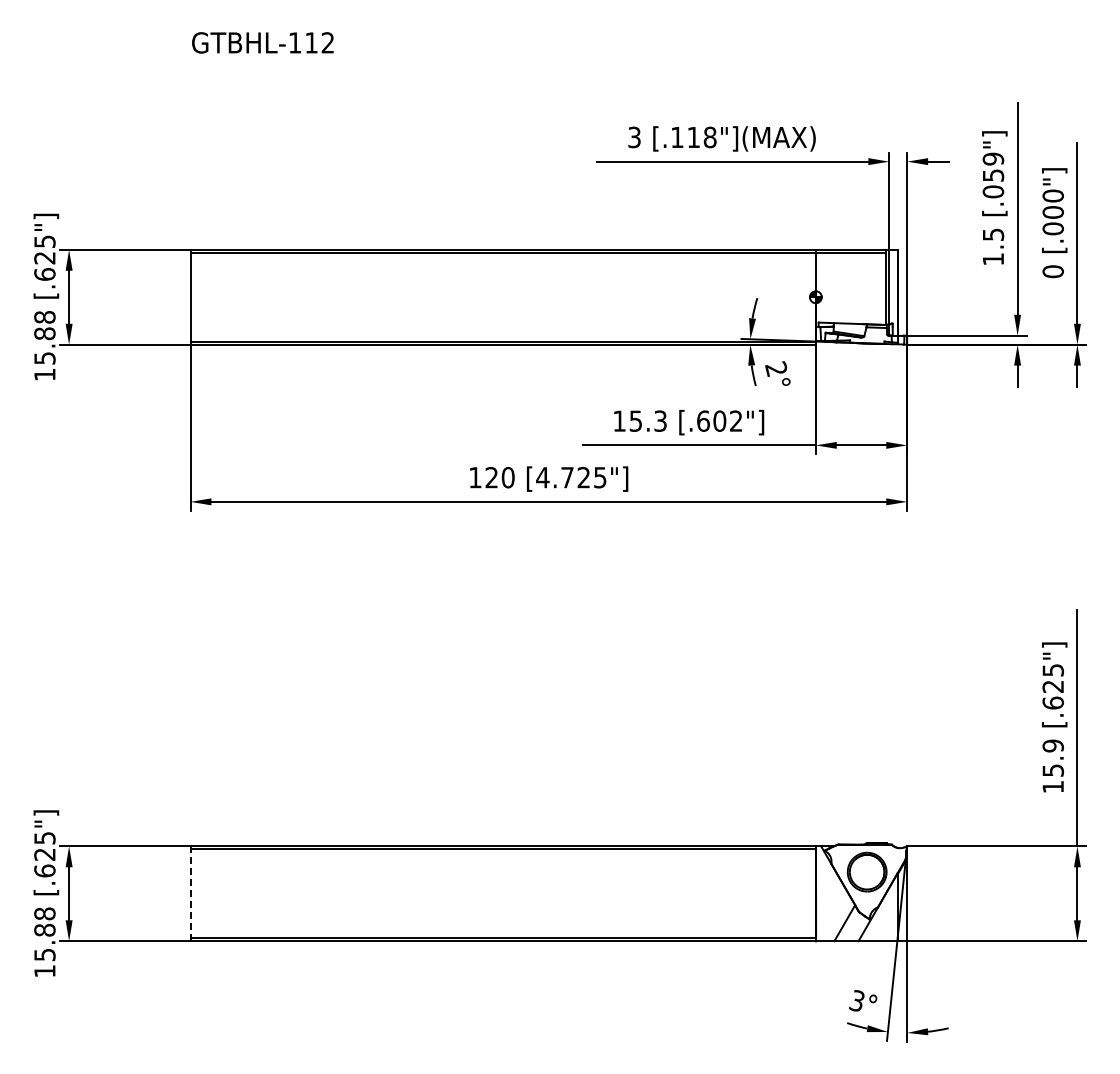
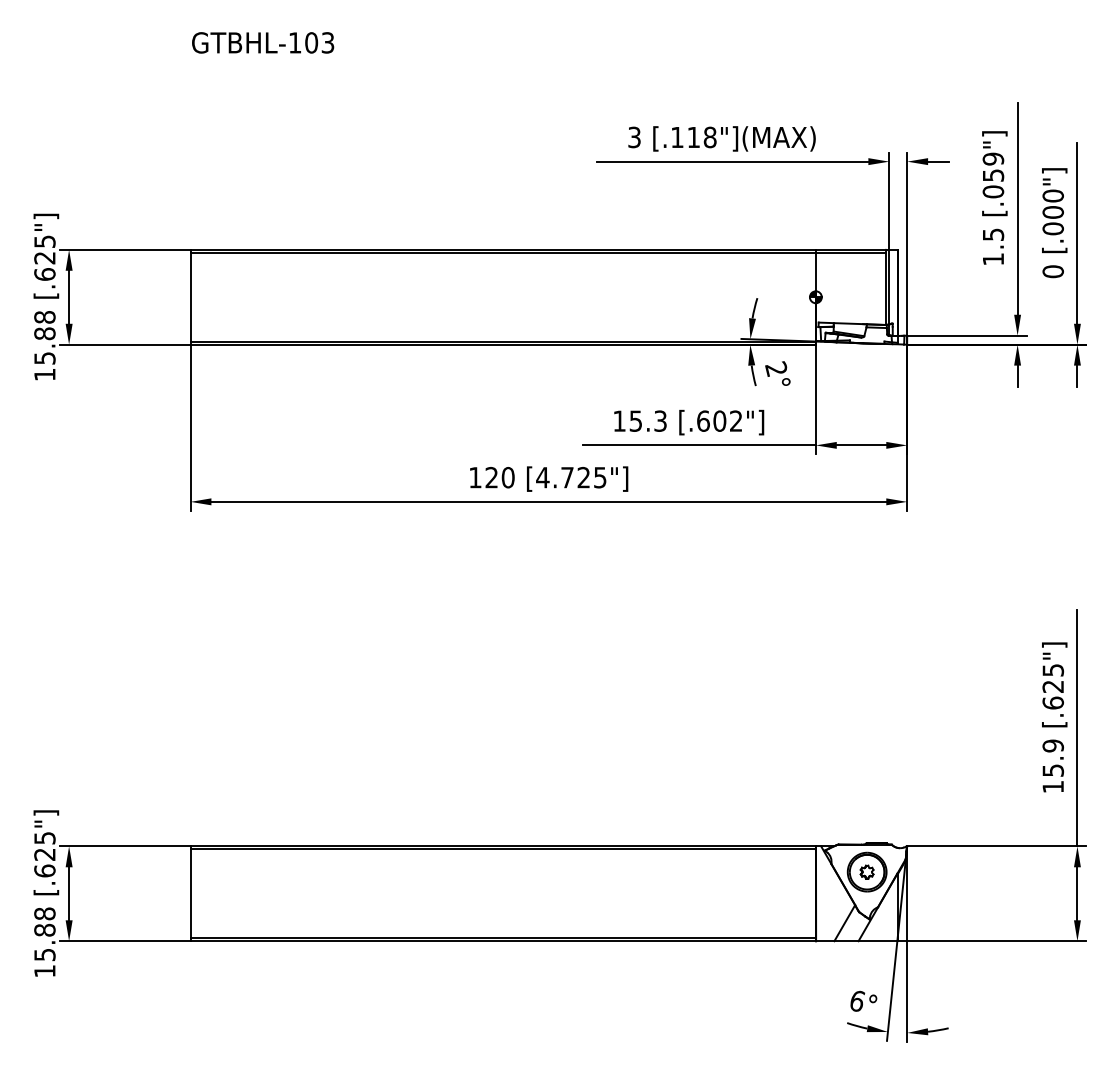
text at (319, 42): GTBHL-112 -> GTBHL-103
part at (866, 871): none -> present
line at (190, 893): dashed -> solid
text at (857, 1000): 3° -> 6°
